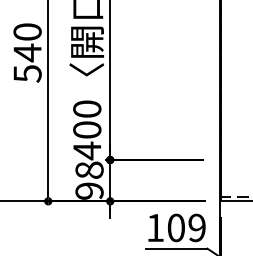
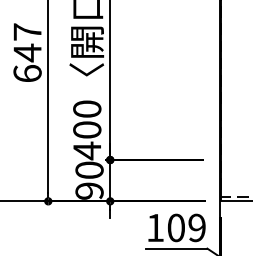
text at (27, 52): 540 -> 647
text at (89, 169): 98 -> 90
